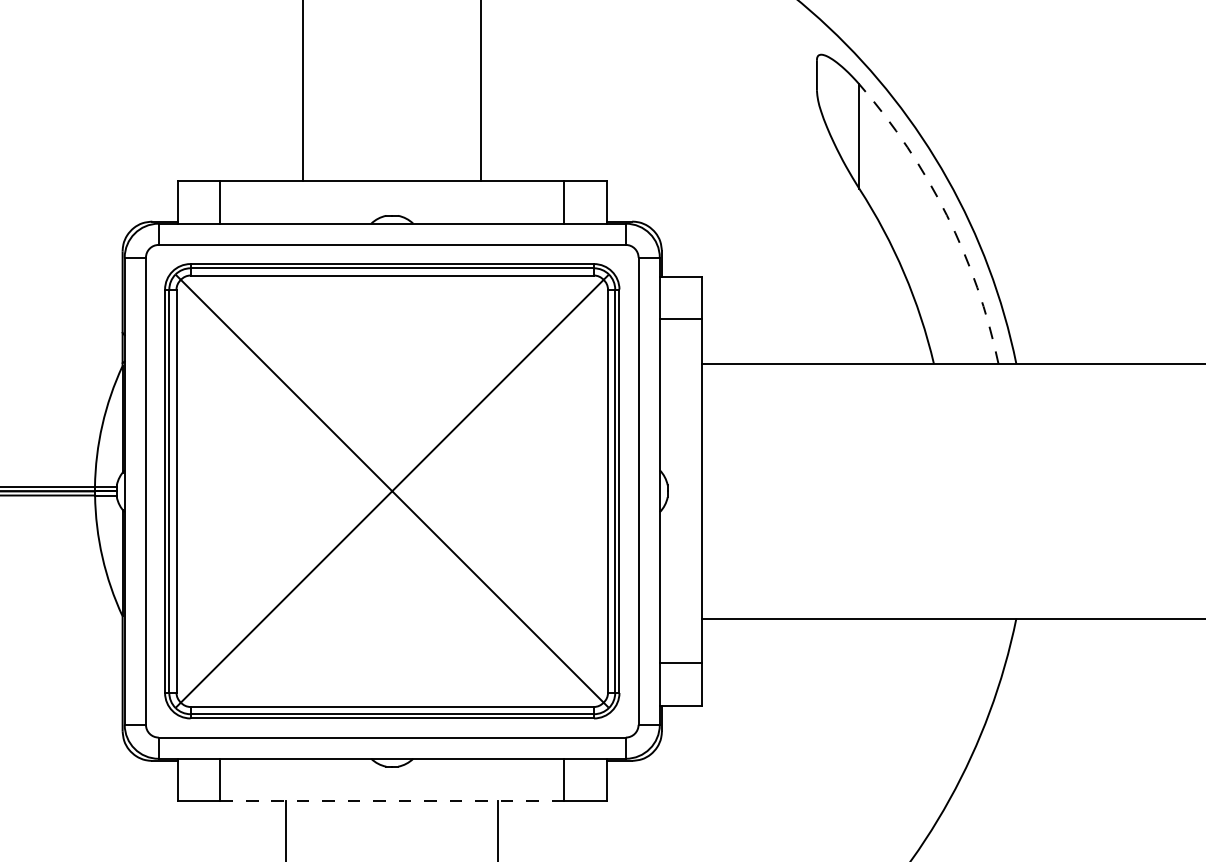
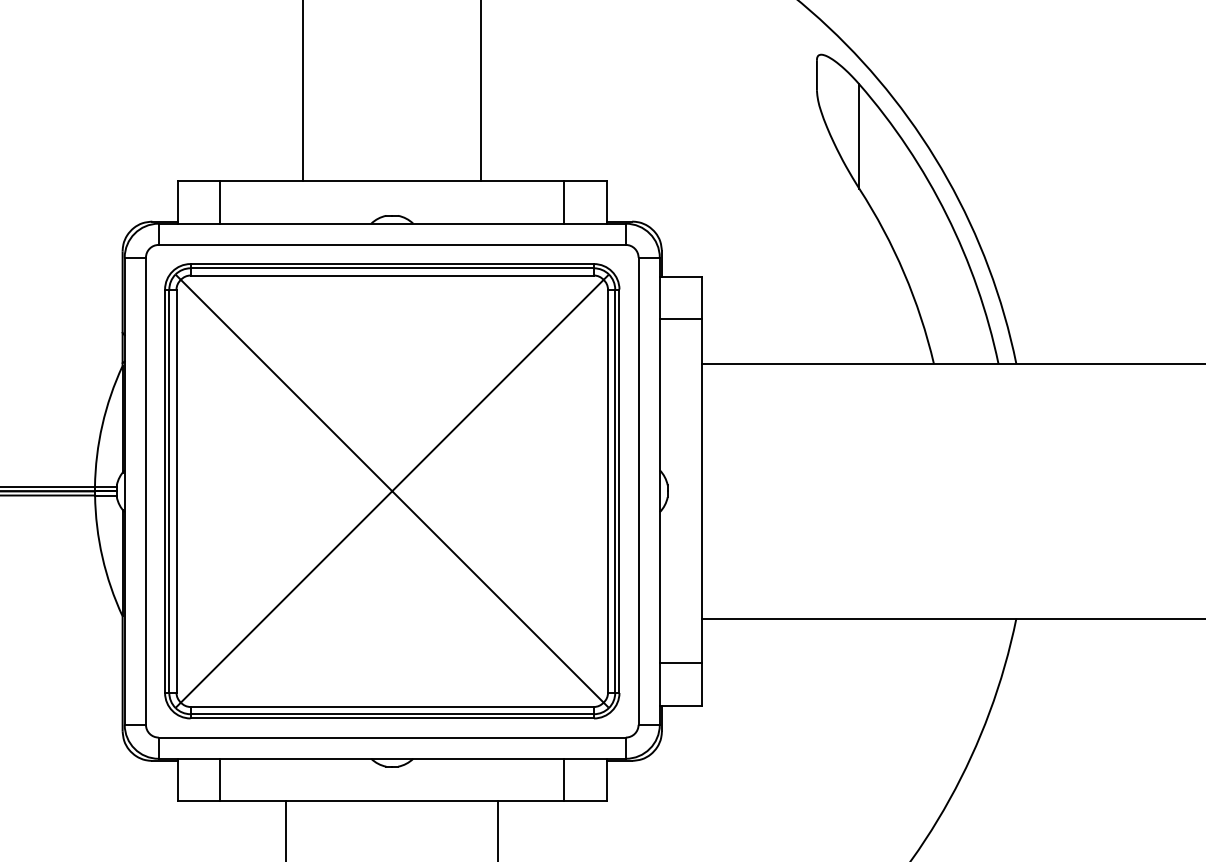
arc at (946, 215): dashed -> solid
line at (392, 801): dashed -> solid
